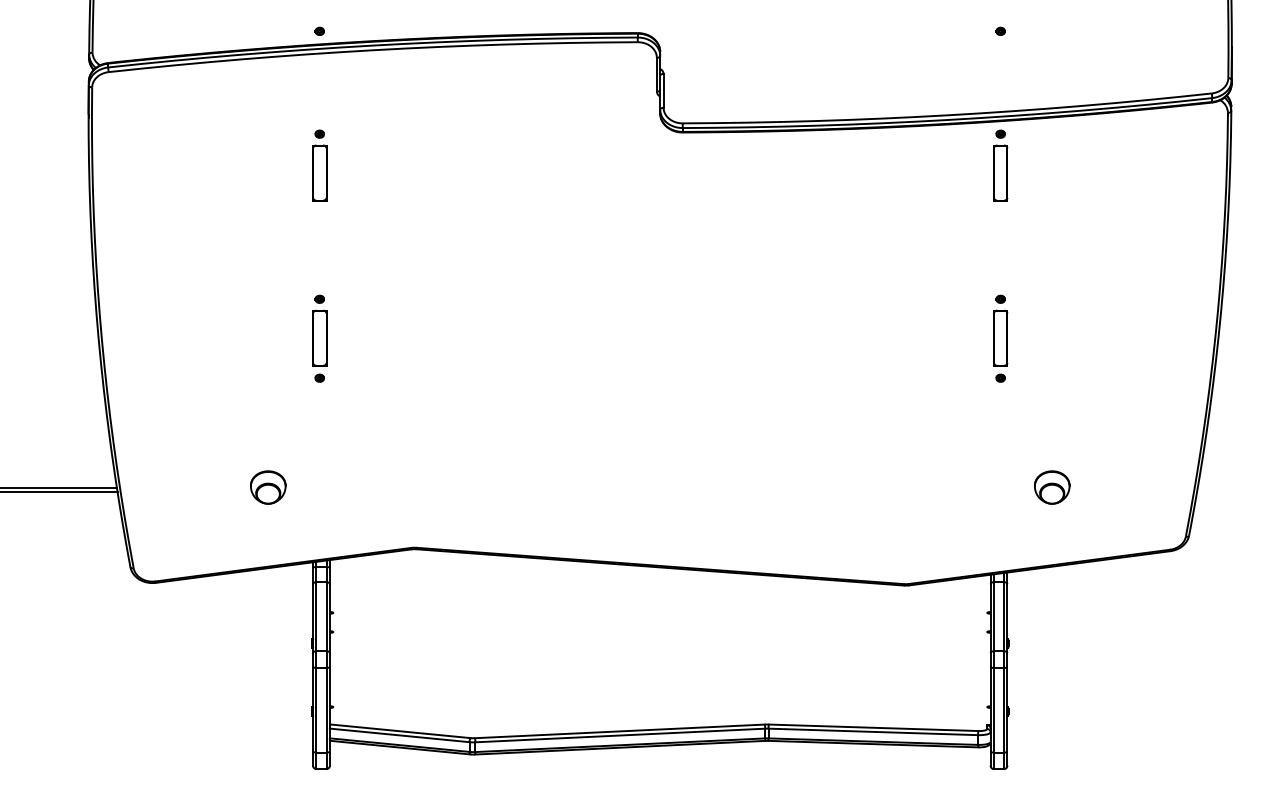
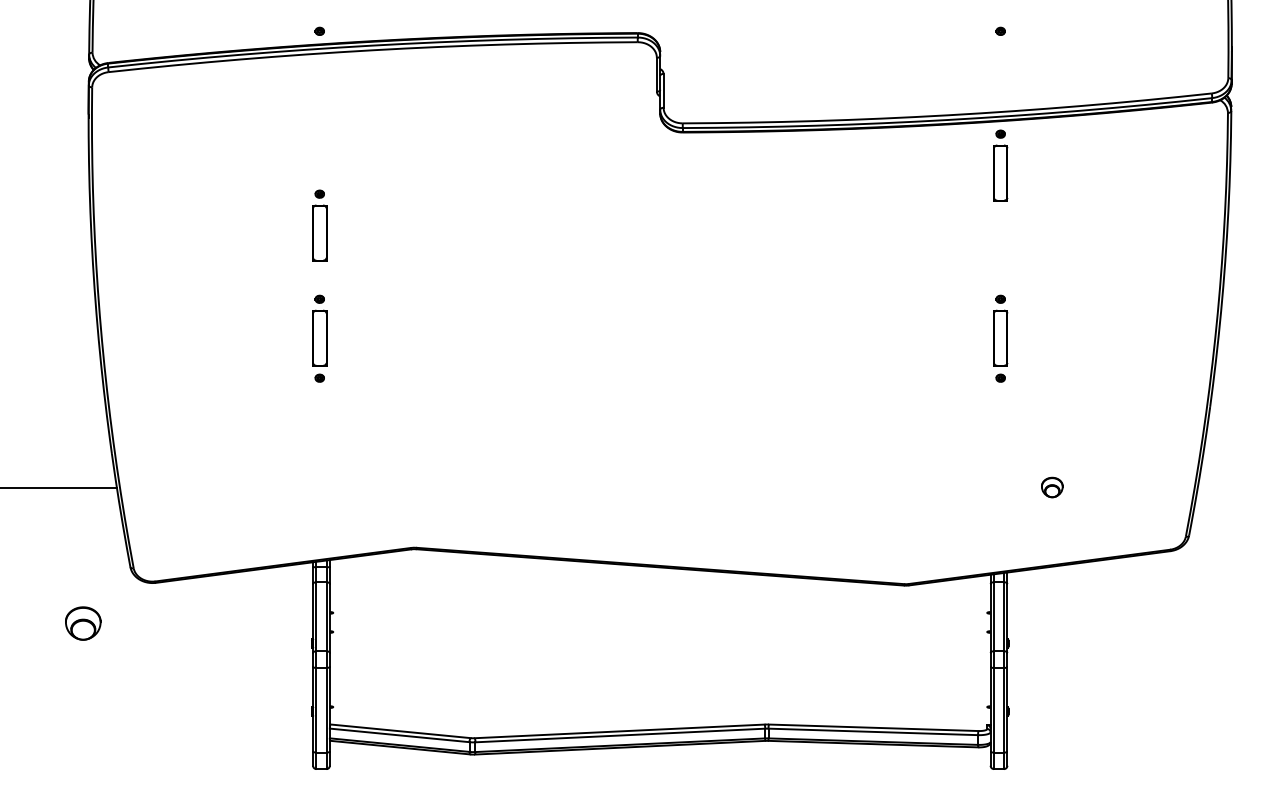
part at (319, 165) position: (319, 165) -> (319, 225)
part at (268, 487) position: (268, 487) -> (83, 623)
part at (1052, 487) size: 37x35 px -> 23x23 px
line at (59, 491): present -> none
